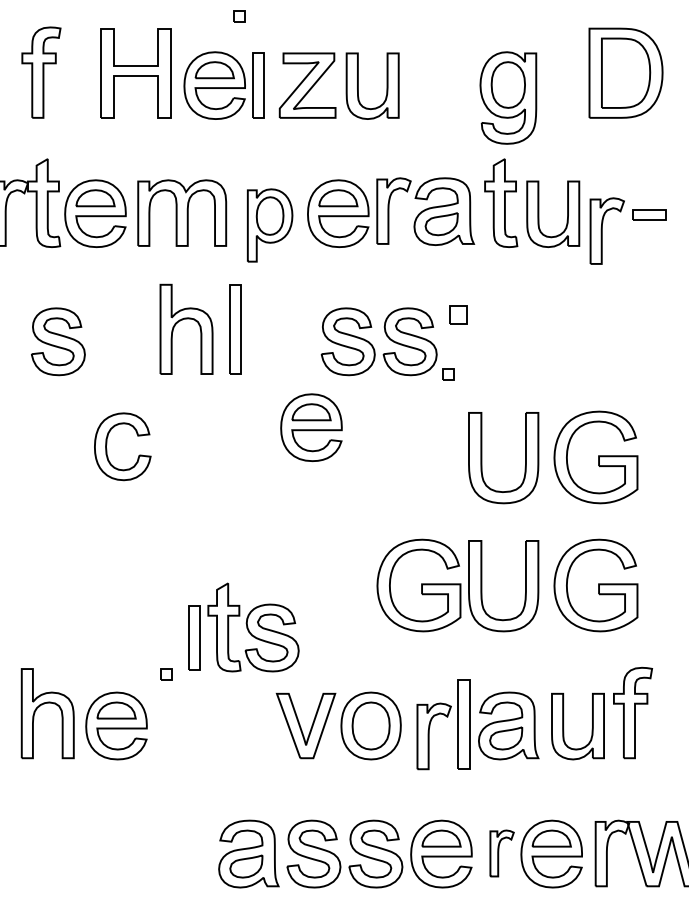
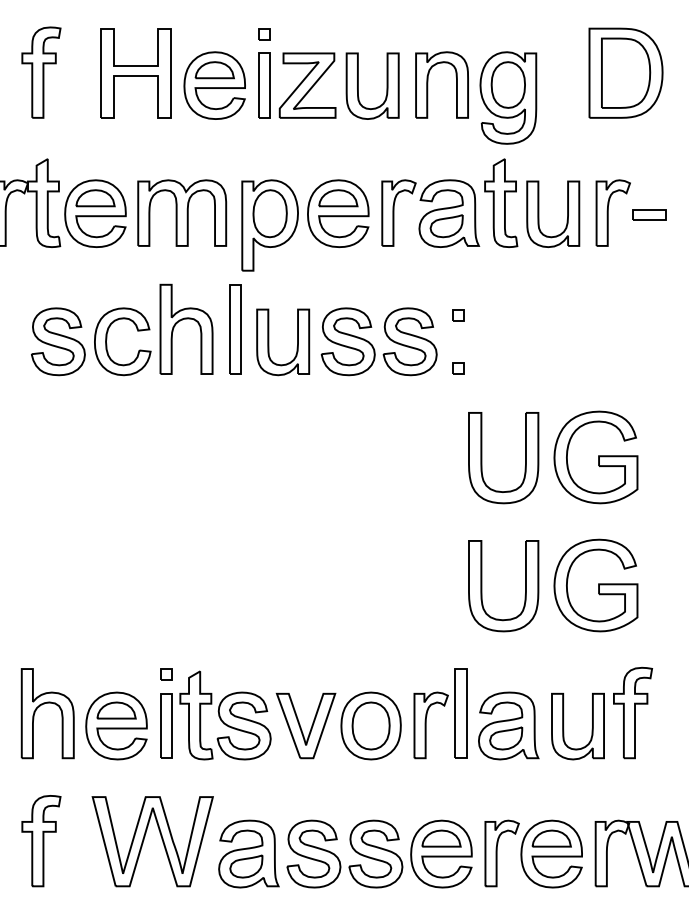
part at (239, 16) position: (239, 16) -> (264, 34)
part at (428, 84): none -> present
part at (258, 85) position: (258, 85) -> (264, 85)
part at (425, 211) position: (425, 211) -> (430, 213)
part at (269, 225) size: 48x75 px -> 58x93 px
part at (606, 230) position: (606, 230) -> (612, 212)
part at (458, 314) size: 19x20 px -> 13x13 px
part at (296, 347): none -> present
part at (448, 374) position: (448, 374) -> (458, 368)
part at (311, 427): present -> none
part at (107, 444) position: (107, 444) -> (107, 339)
part at (418, 585): present -> none
part at (243, 627) position: (243, 627) -> (215, 715)
part at (446, 717) position: (446, 717) -> (443, 706)
part at (144, 840): none -> present
part at (41, 841): none -> present
part at (501, 853) size: 26x49 px -> 36x69 px
